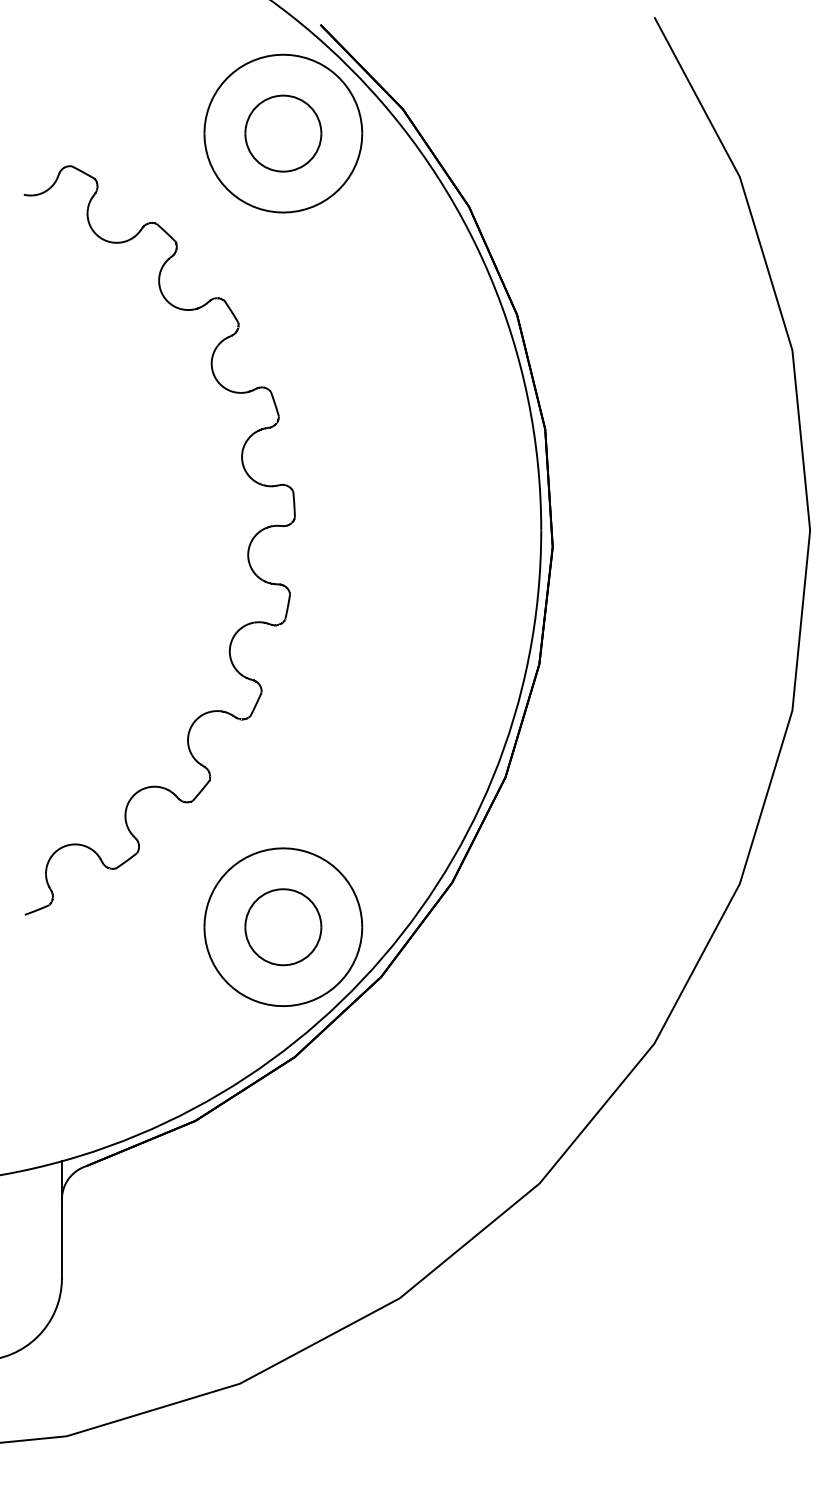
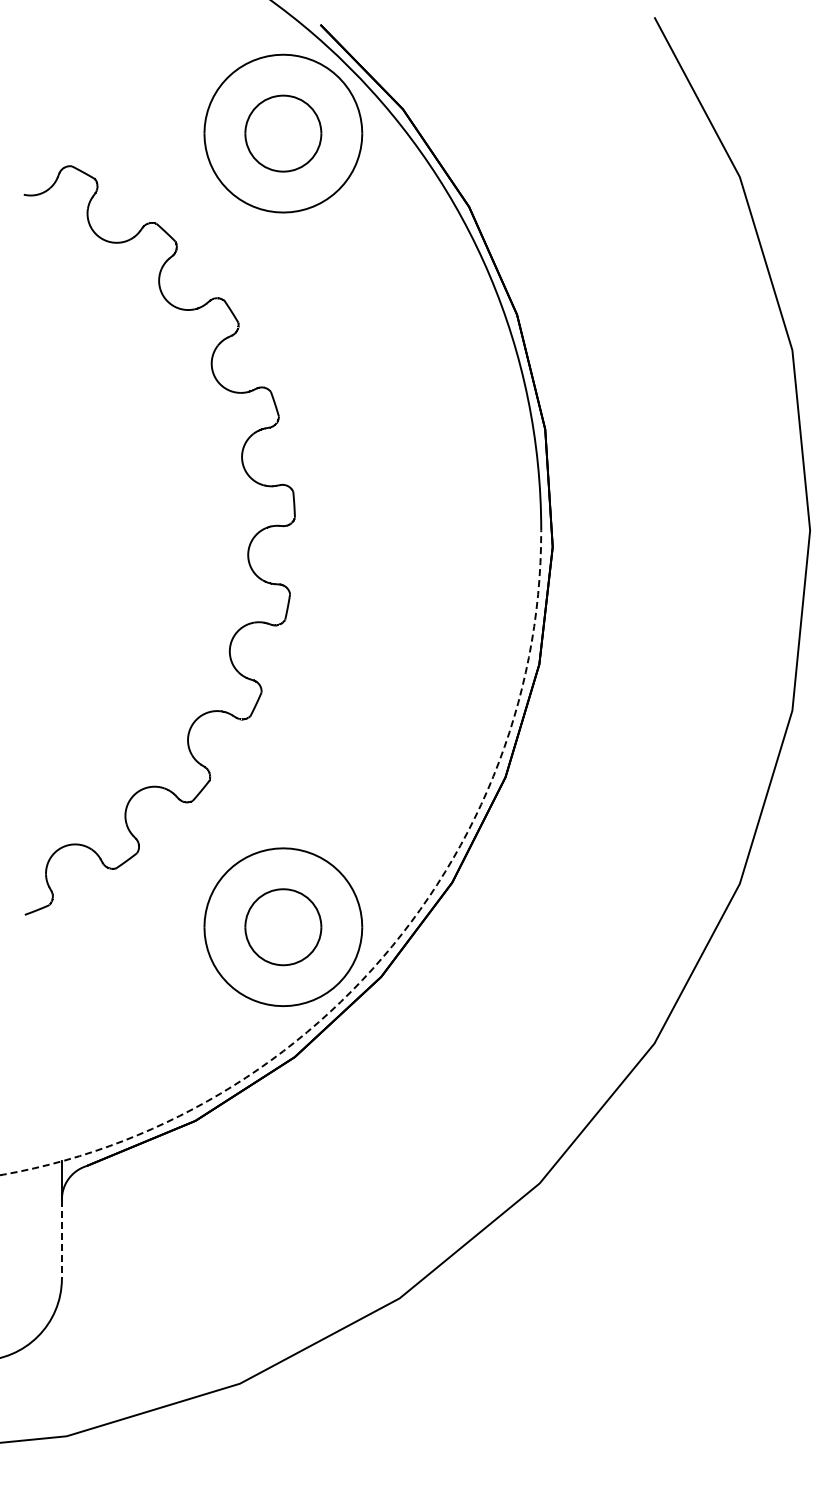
arc at (387, 951): solid -> dashed
line at (61, 1239): solid -> dashed
